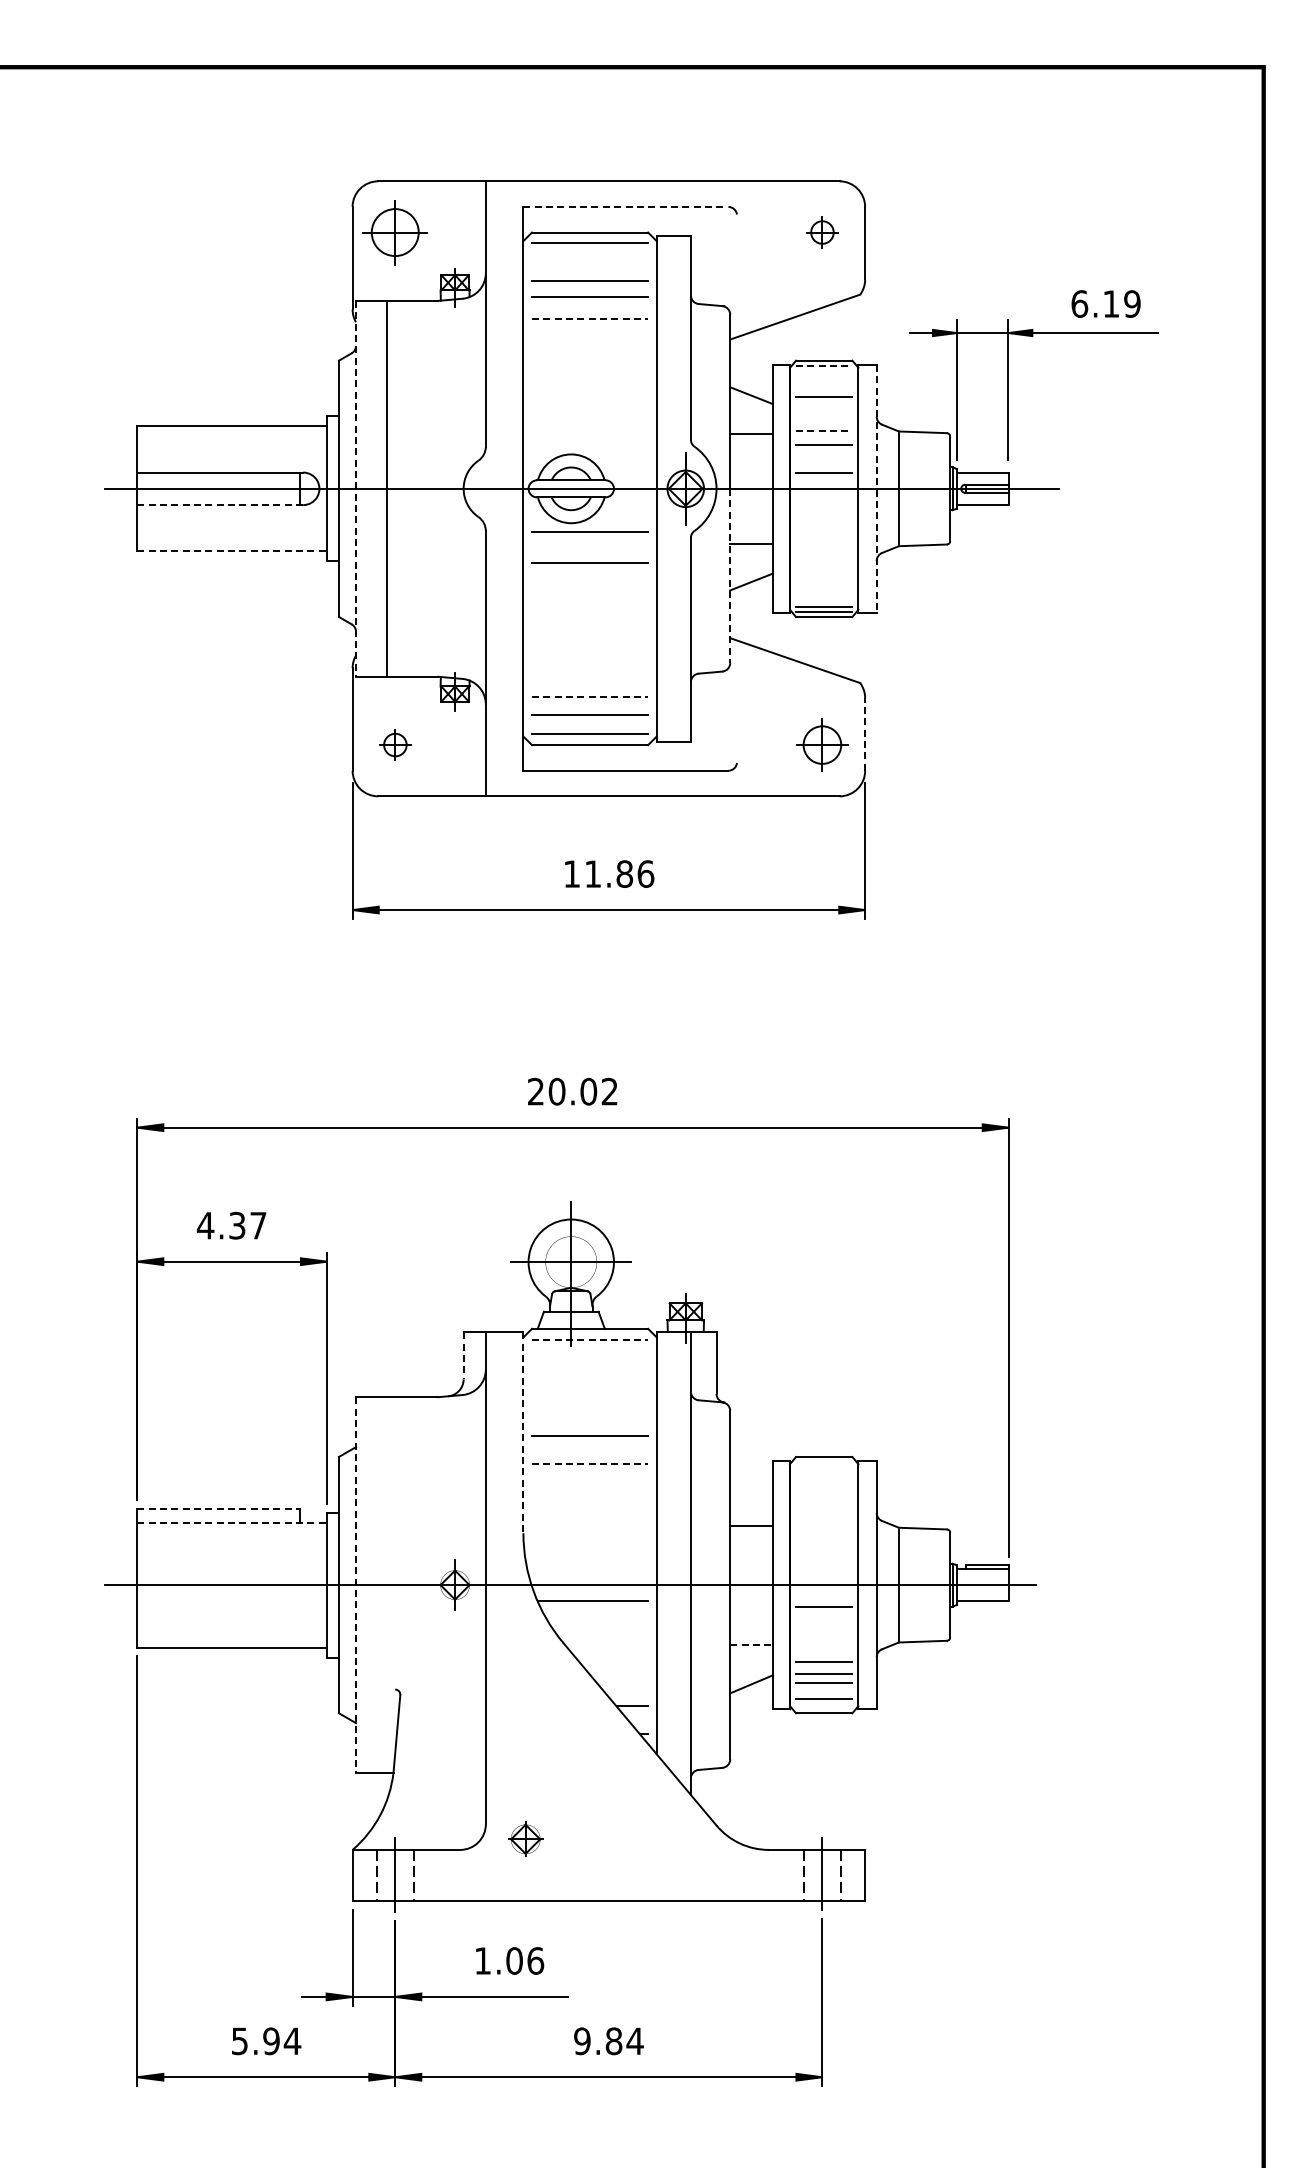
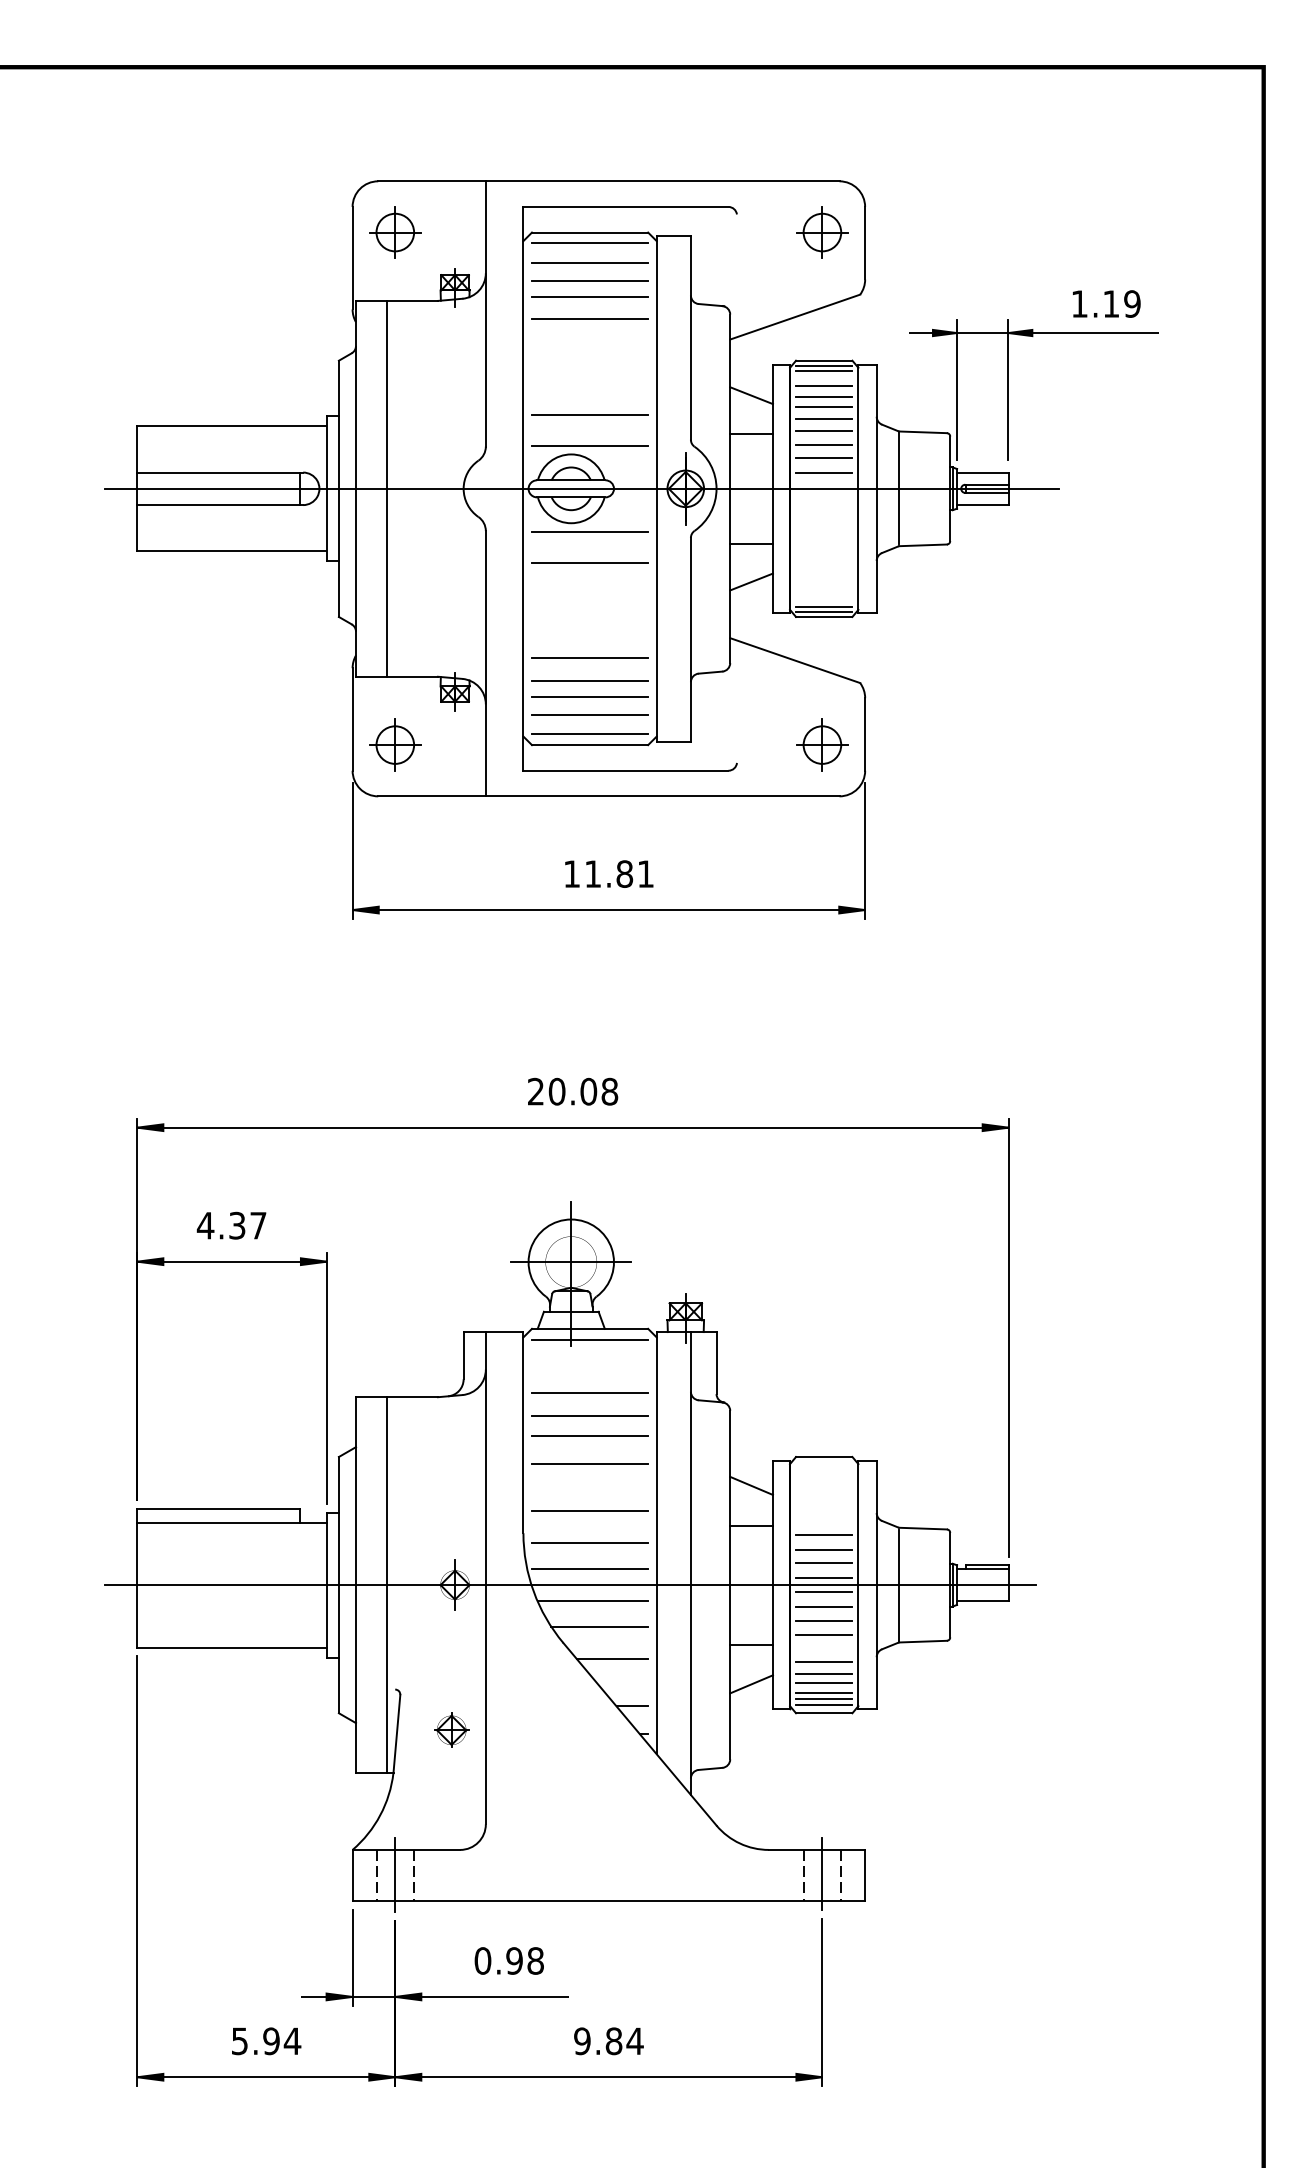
line at (625, 206): dashed -> solid
part at (394, 232) size: 66x66 px -> 53x53 px
part at (822, 232) size: 33x33 px -> 53x53 px
line at (589, 262): none -> present
text at (1079, 303): 6.19 -> 1.19
line at (590, 319): dashed -> solid
line at (824, 365): dashed -> solid
line at (824, 370): none -> present
line at (824, 386): none -> present
line at (824, 406): none -> present
line at (589, 414): none -> present
line at (824, 418): none -> present
line at (824, 430): dashed -> solid
line at (589, 446): none -> present
line at (824, 457): none -> present
line at (356, 488): dashed -> solid
line at (876, 488): dashed -> solid
line at (220, 505): dashed -> solid
line at (232, 551): dashed -> solid
line at (730, 576): dashed -> solid
line at (589, 658): none -> present
line at (589, 680): none -> present
line at (590, 697): dashed -> solid
line at (865, 734): dashed -> solid
part at (395, 744) size: 33x32 px -> 53x54 px
text at (645, 873): 11.86 -> 11.81
text at (609, 1091): 20.02 -> 20.08
line at (590, 1339): dashed -> solid
line at (463, 1355): dashed -> solid
line at (589, 1392): none -> present
line at (589, 1415): none -> present
line at (523, 1433): dashed -> solid
line at (590, 1463): dashed -> solid
line at (751, 1485): none -> present
line at (219, 1508): dashed -> solid
line at (589, 1511): none -> present
line at (232, 1522): dashed -> solid
line at (824, 1534): none -> present
line at (589, 1543): none -> present
line at (824, 1549): none -> present
line at (824, 1563): none -> present
line at (589, 1568): none -> present
line at (824, 1578): none -> present
line at (356, 1585): dashed -> solid
line at (386, 1585): none -> present
line at (824, 1591): none -> present
line at (824, 1620): none -> present
line at (599, 1626): none -> present
line at (824, 1635): none -> present
line at (752, 1644): dashed -> solid
line at (612, 1659): none -> present
line at (824, 1692): none -> present
line at (824, 1705): none -> present
part at (525, 1838) position: (525, 1838) -> (451, 1729)
text at (509, 1960): 1.06 -> 0.98
